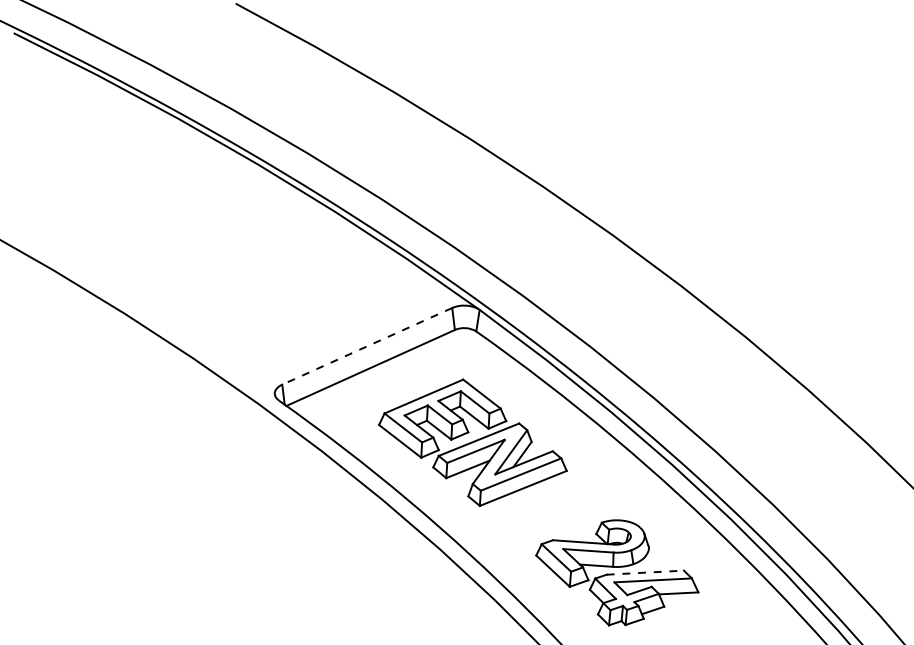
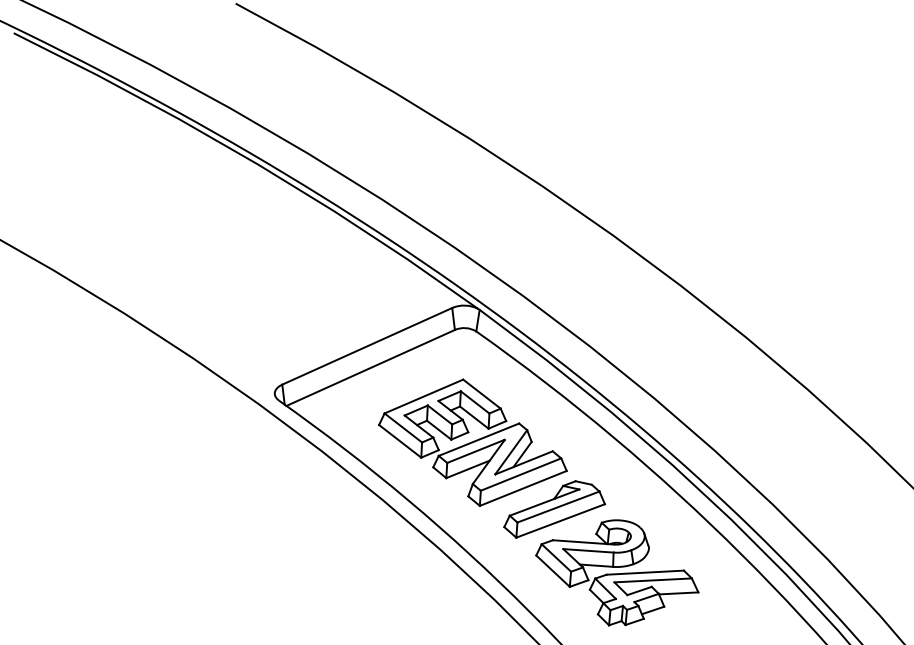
line at (366, 346): dashed -> solid
part at (554, 509): none -> present
line at (645, 572): dashed -> solid
